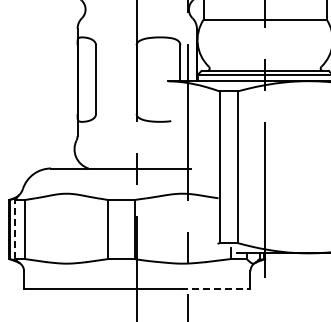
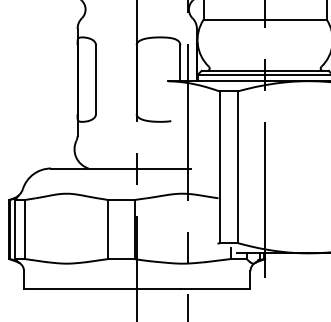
line at (14, 229): dashed -> solid
line at (215, 289): dashed -> solid
